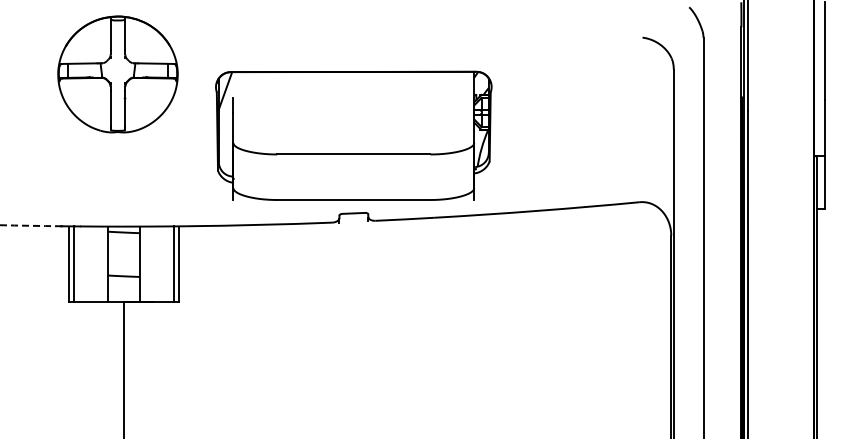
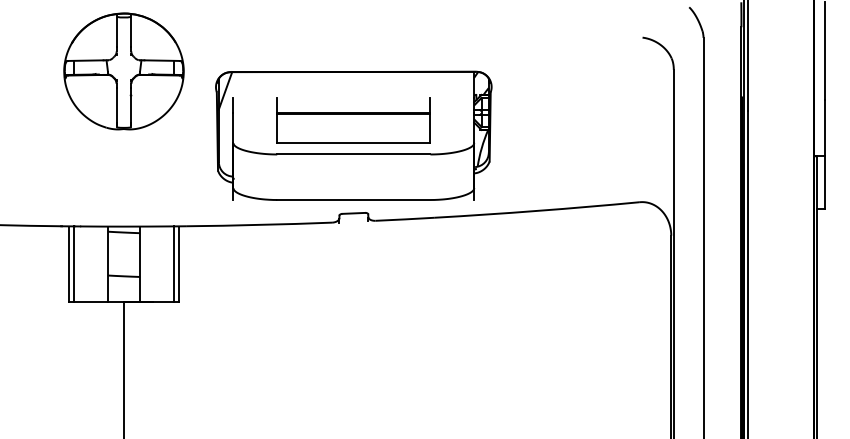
part at (117, 74) position: (117, 74) -> (123, 71)
part at (353, 120): none -> present
arc at (30, 225): dashed -> solid
